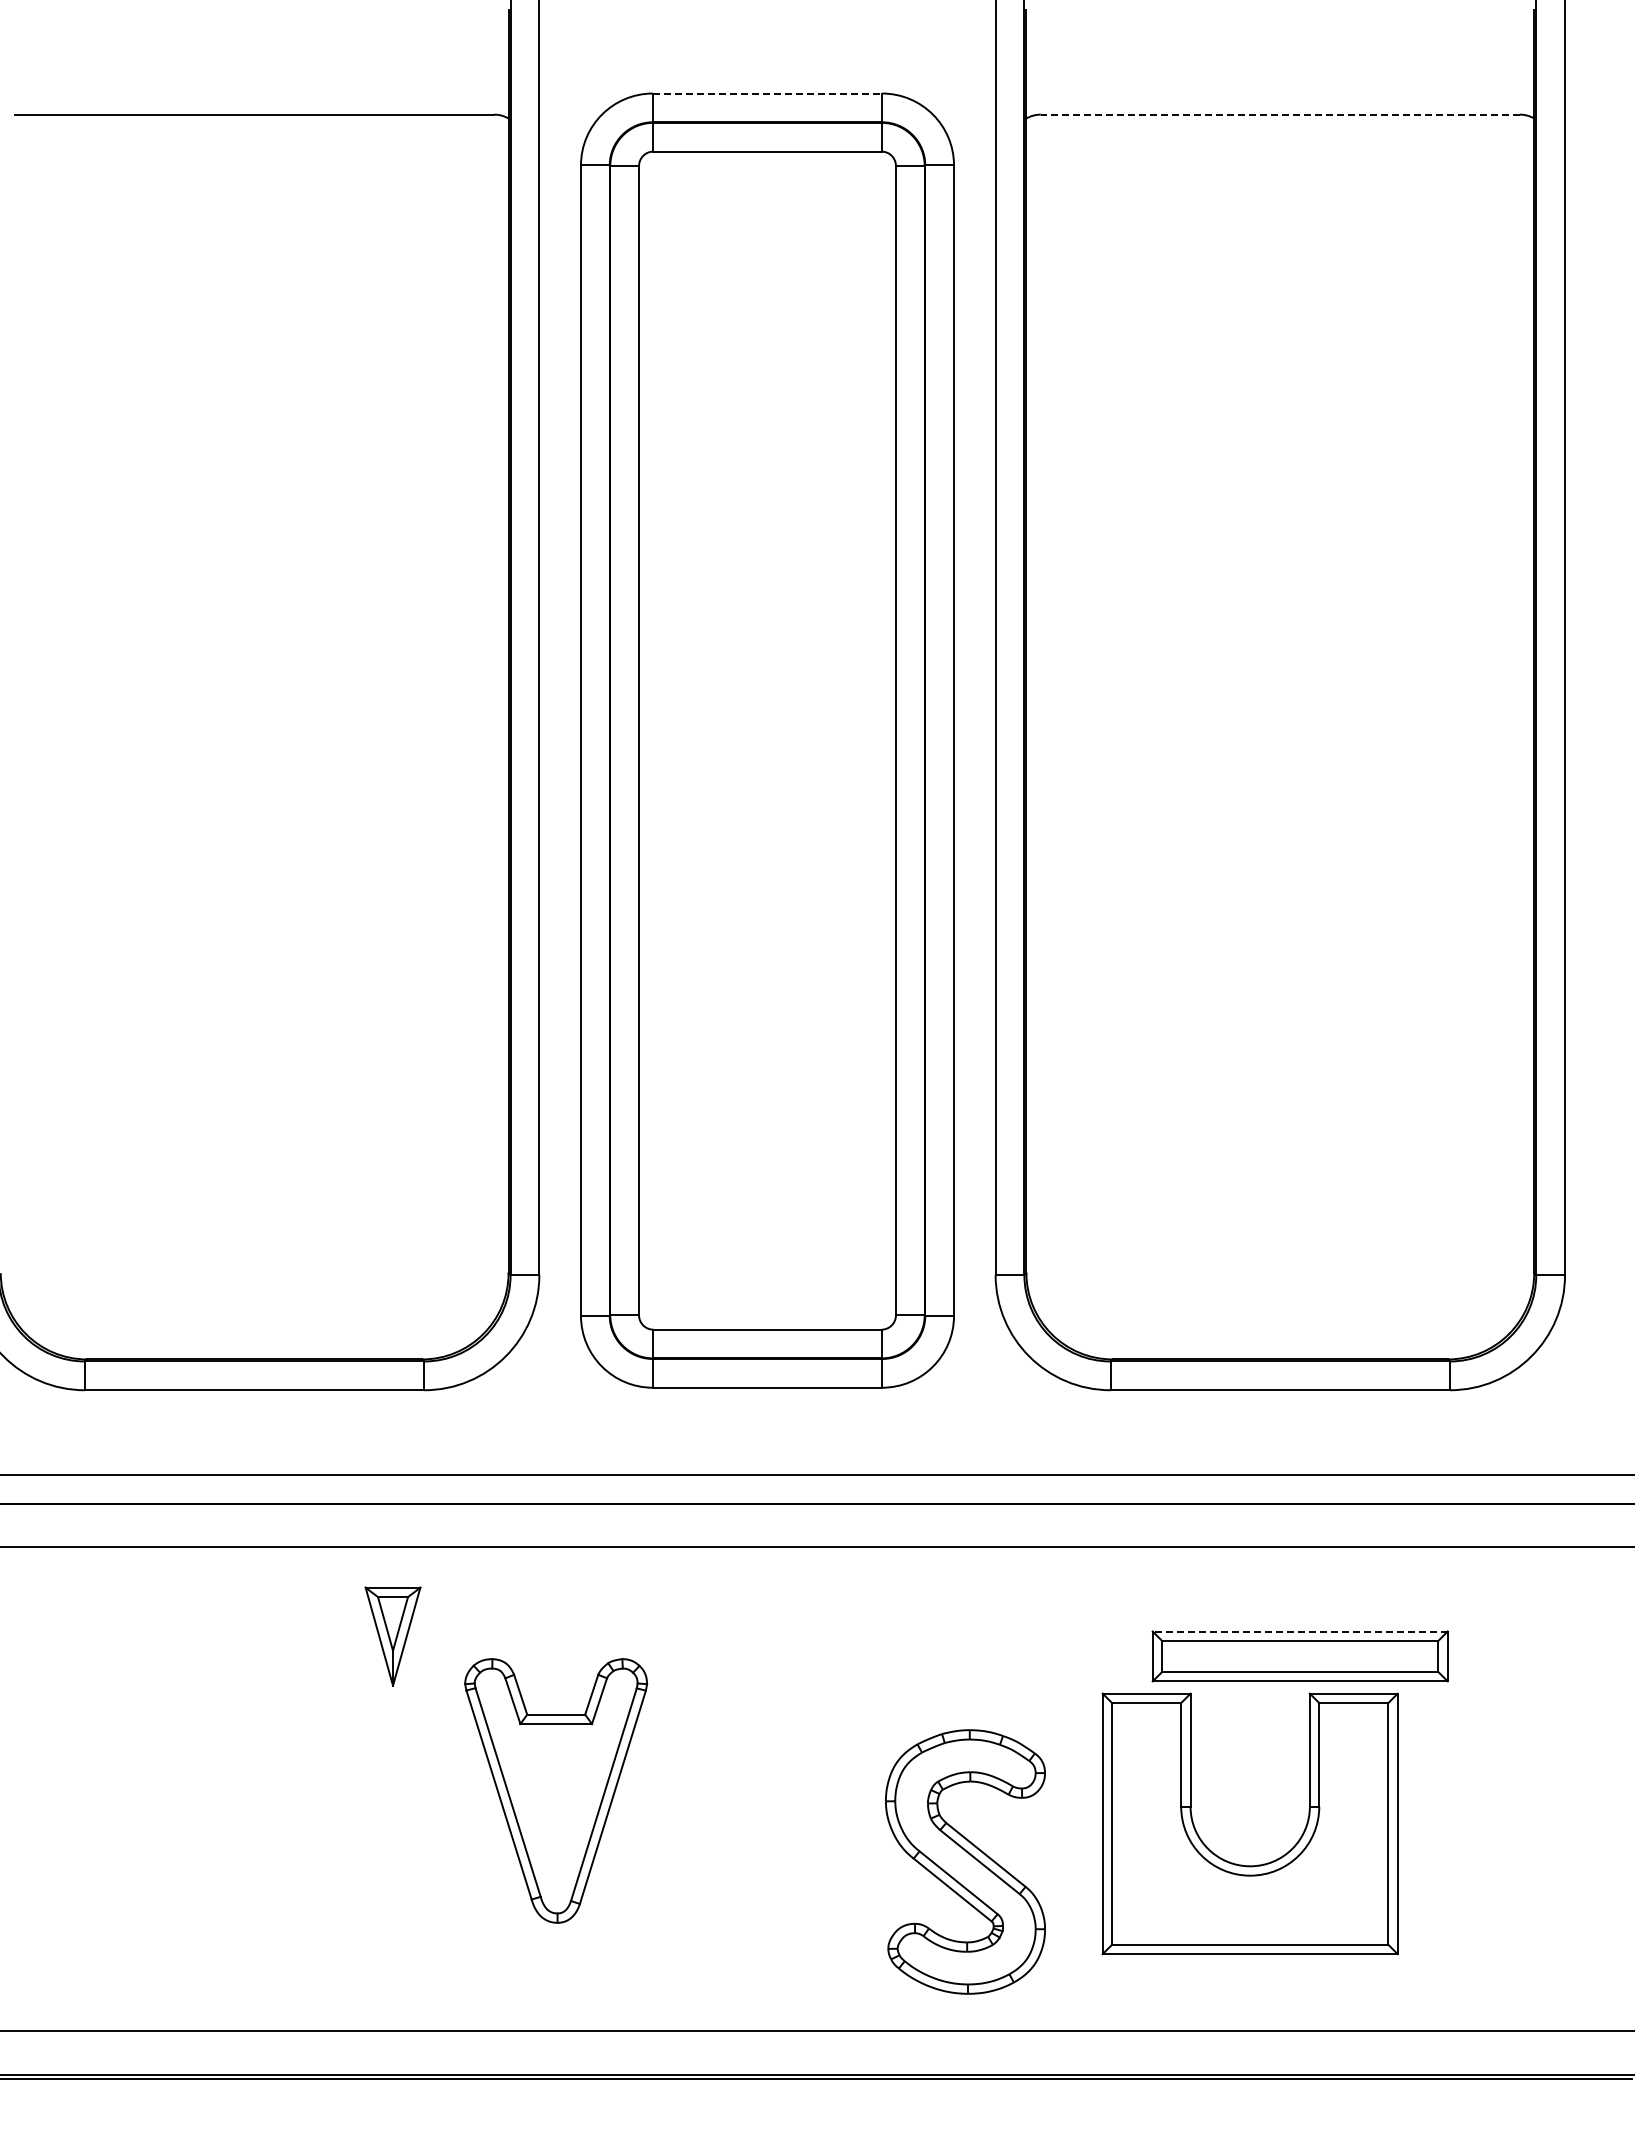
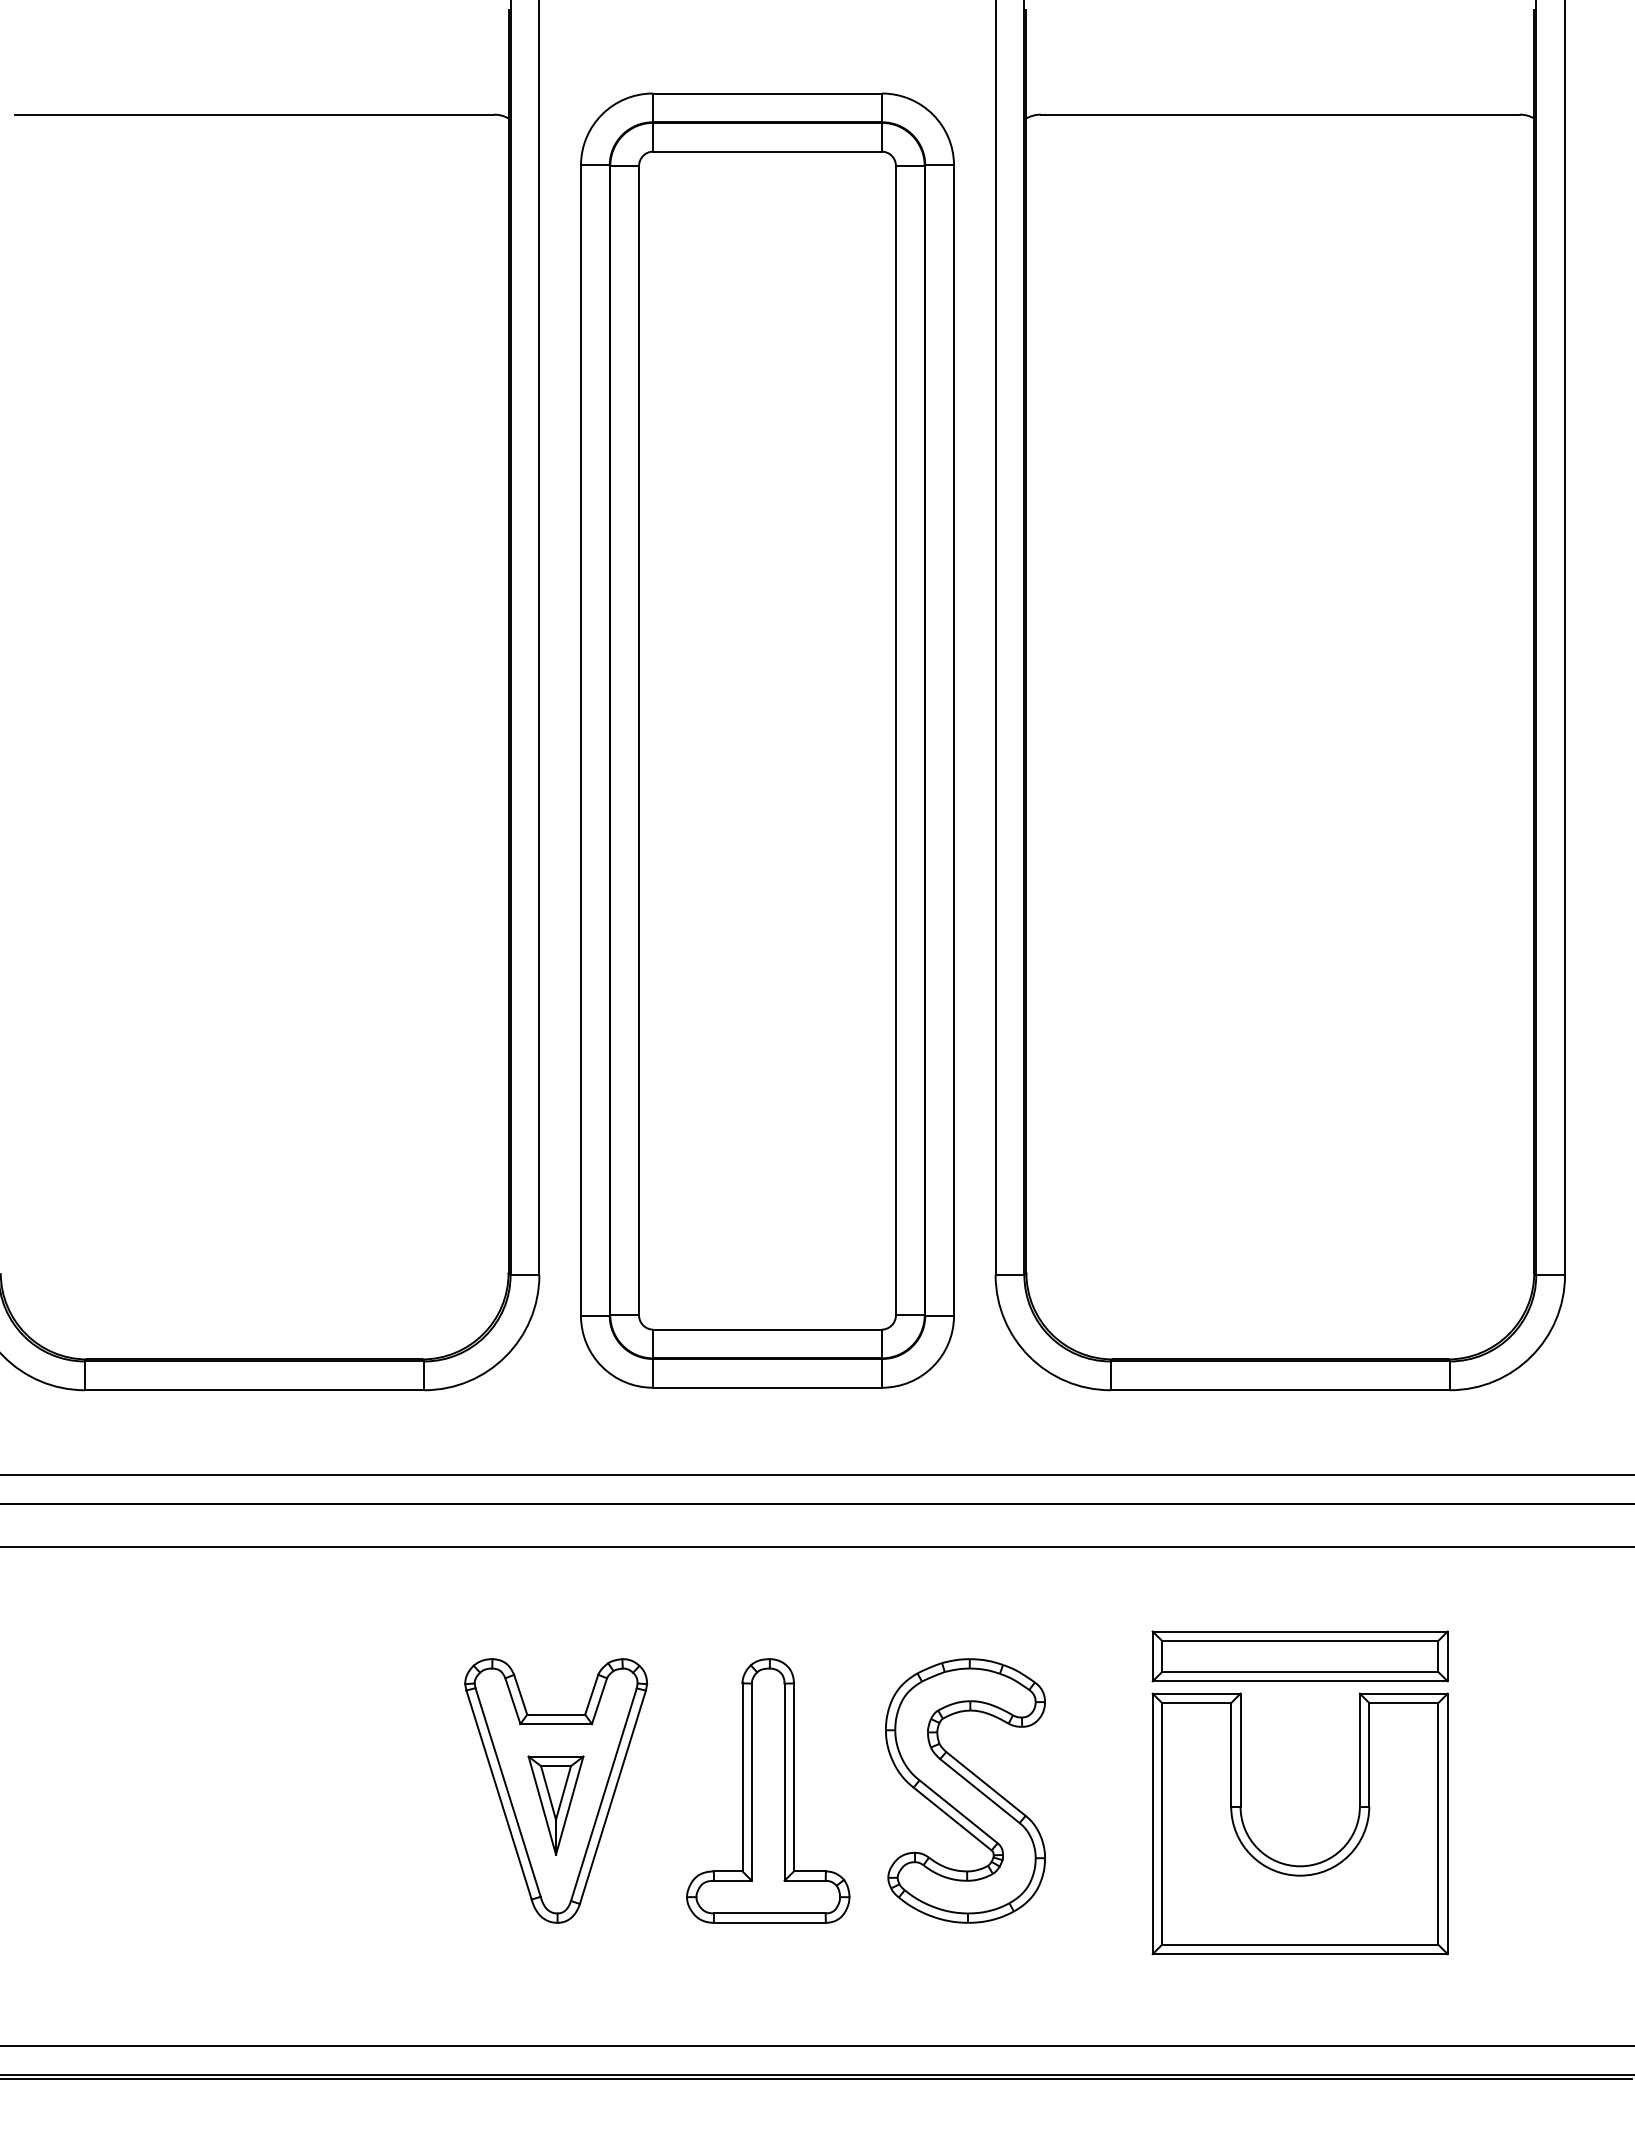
line at (767, 93): dashed -> solid
line at (1280, 114): dashed -> solid
line at (1299, 1631): dashed -> solid
part at (392, 1636) position: (392, 1636) -> (555, 1805)
part at (768, 1790): none -> present
part at (965, 1861) position: (965, 1861) -> (965, 1790)
part at (1242, 1864) position: (1242, 1864) -> (1292, 1864)
line at (816, 2031) position: (816, 2031) -> (816, 2046)
